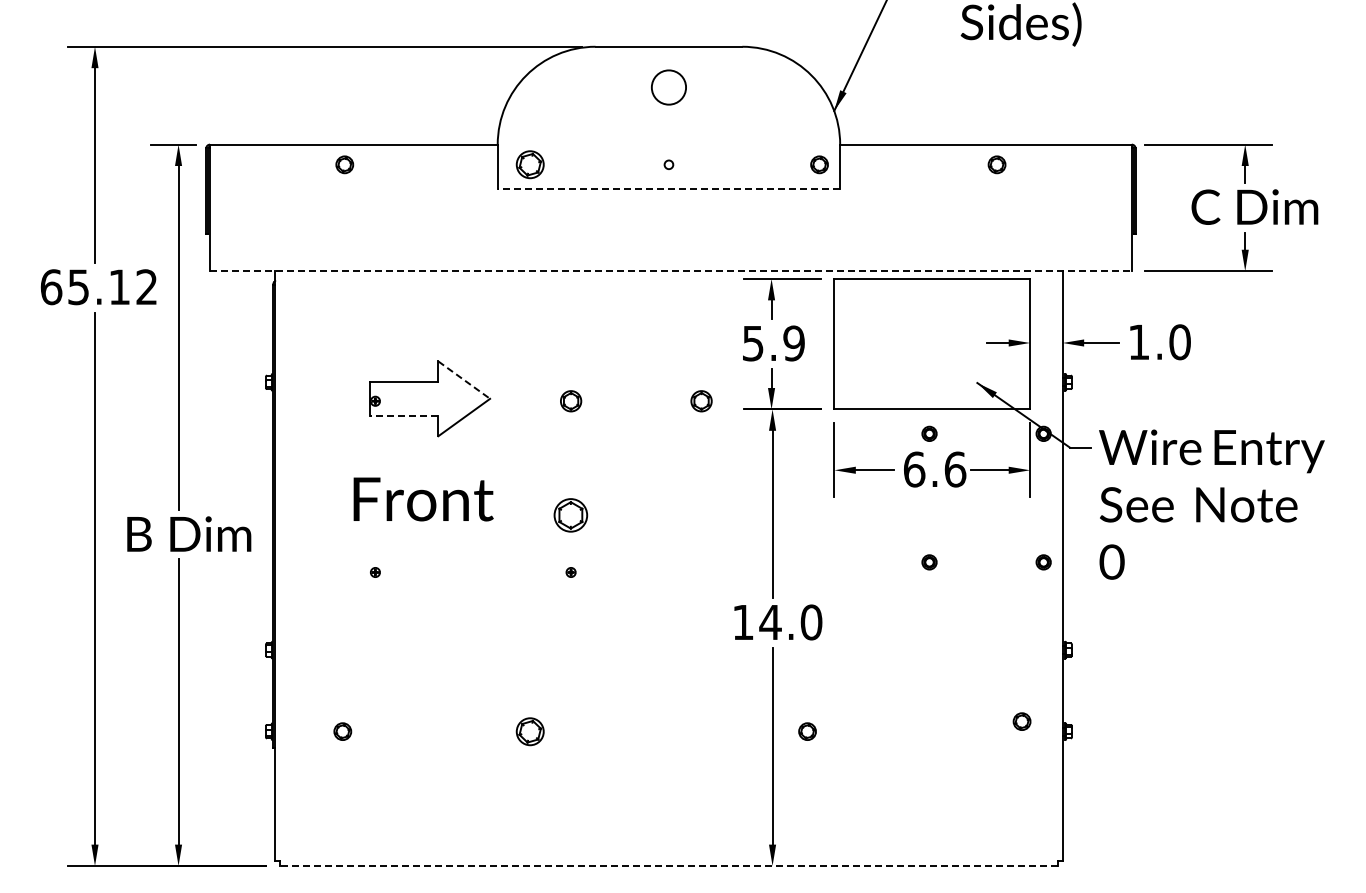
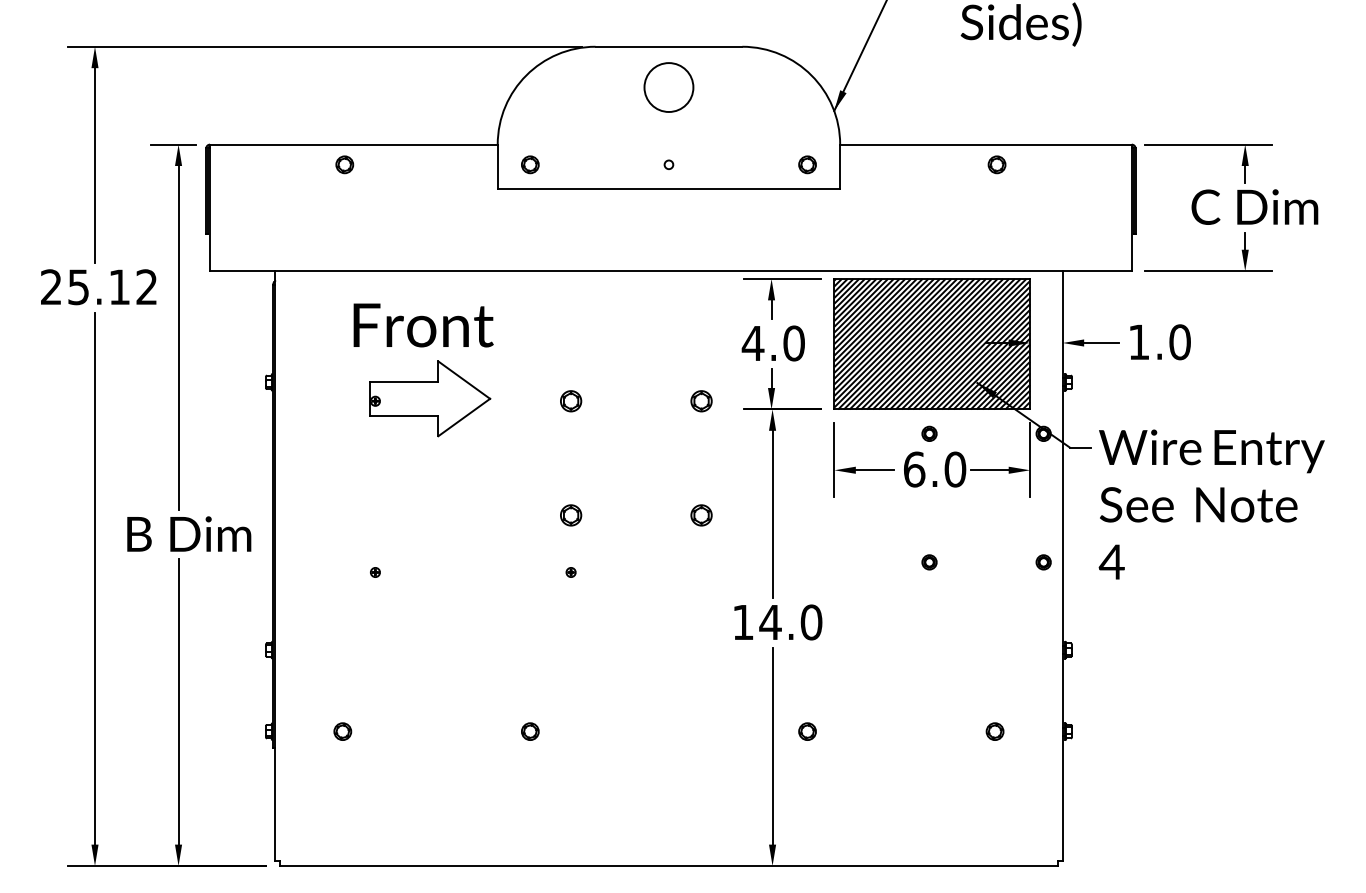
circle at (668, 87) diameter: 34 px -> 49 px
part at (529, 164) size: 30x30 px -> 19x20 px
part at (819, 164) position: (819, 164) -> (807, 164)
line at (668, 189): dashed -> solid
line at (670, 271): dashed -> solid
text at (51, 287): 65.12 -> 25.12
text at (772, 343): 5.9 -> 4.0
hatch at (932, 343): none -> present
line at (464, 380): dashed -> solid
line at (403, 416): dashed -> solid
text at (955, 469): 6.6 -> 6.0
text at (423, 499) position: (423, 499) -> (423, 325)
part at (570, 515) size: 36x35 px -> 23x23 px
part at (701, 515): none -> present
text at (1111, 561): 0 -> 4
part at (1021, 721) position: (1021, 721) -> (994, 731)
part at (529, 731) size: 30x30 px -> 19x19 px
line at (668, 866): dashed -> solid
